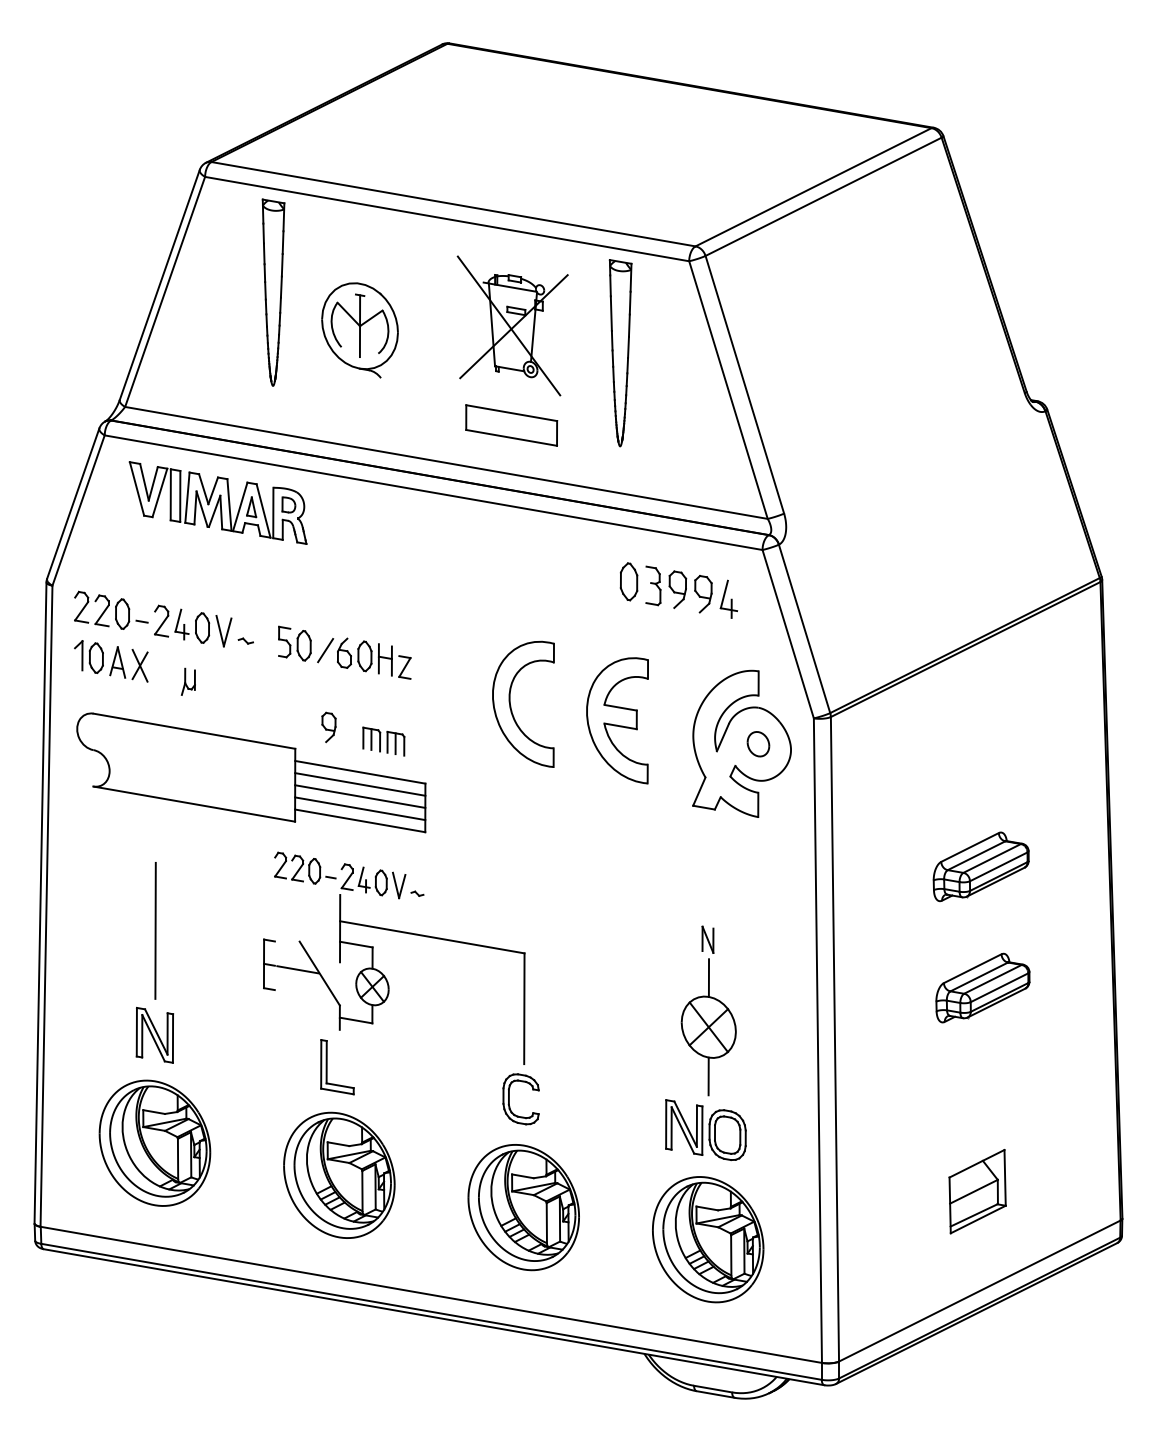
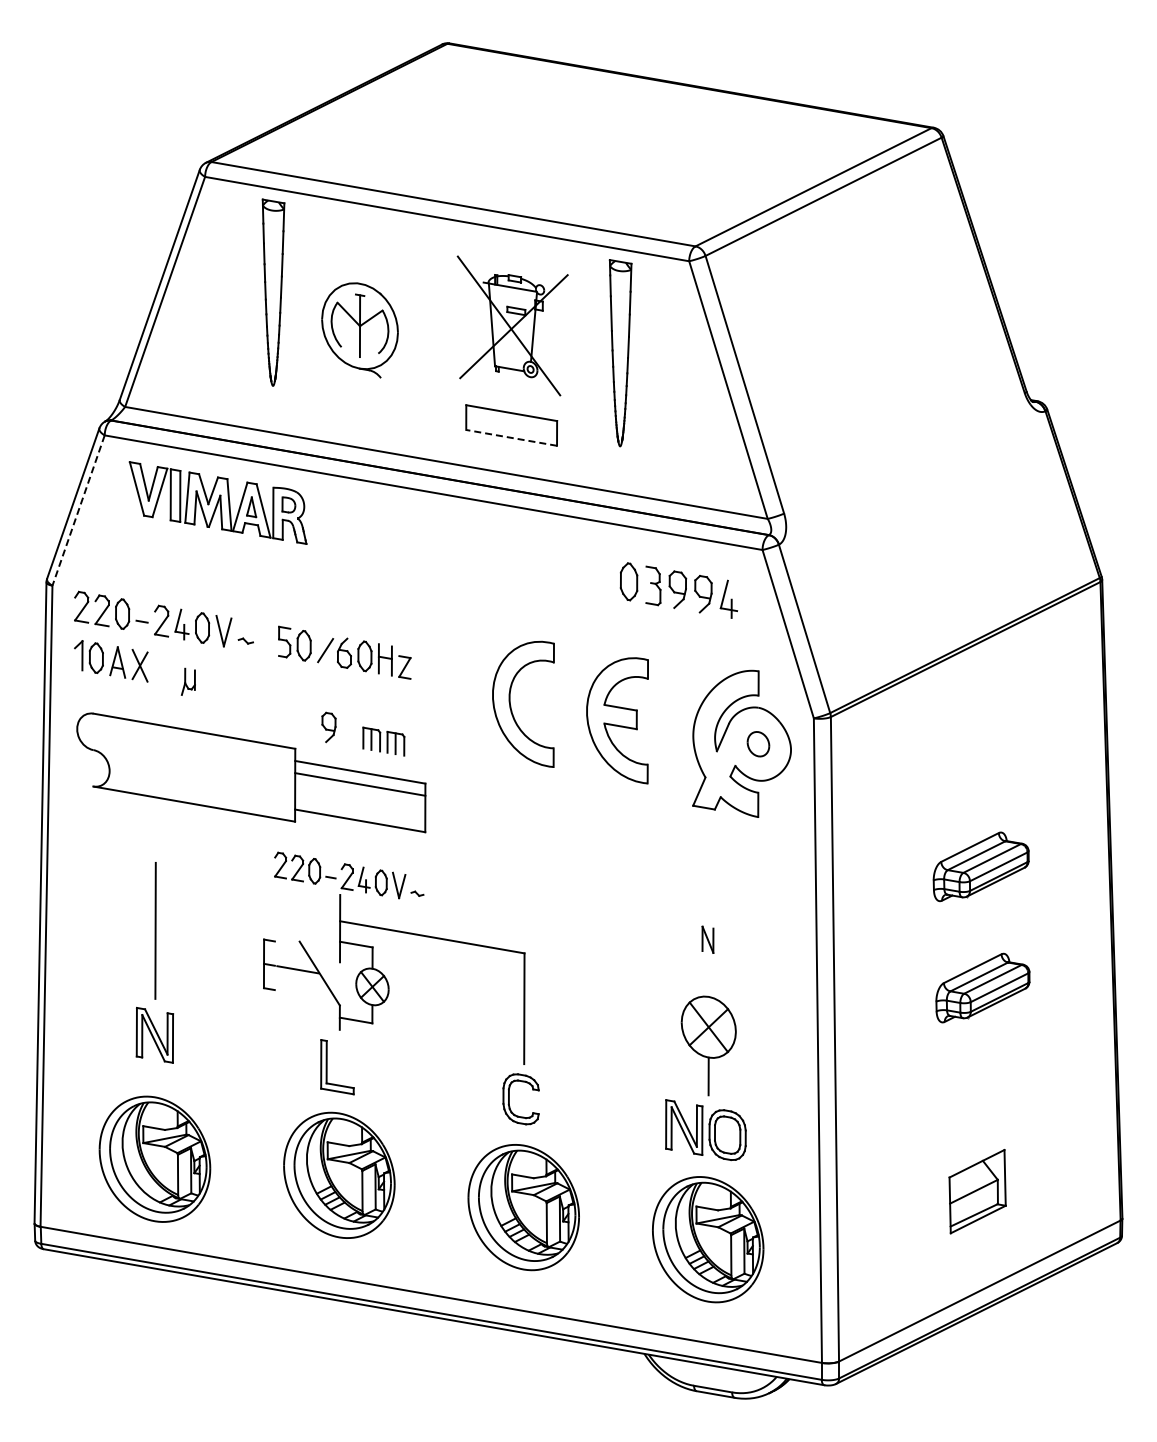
line at (511, 437): solid -> dashed
line at (78, 510): solid -> dashed
line at (360, 796): present -> none
line at (360, 808): present -> none
line at (708, 977): present -> none
part at (154, 1142) position: (154, 1142) -> (154, 1158)
